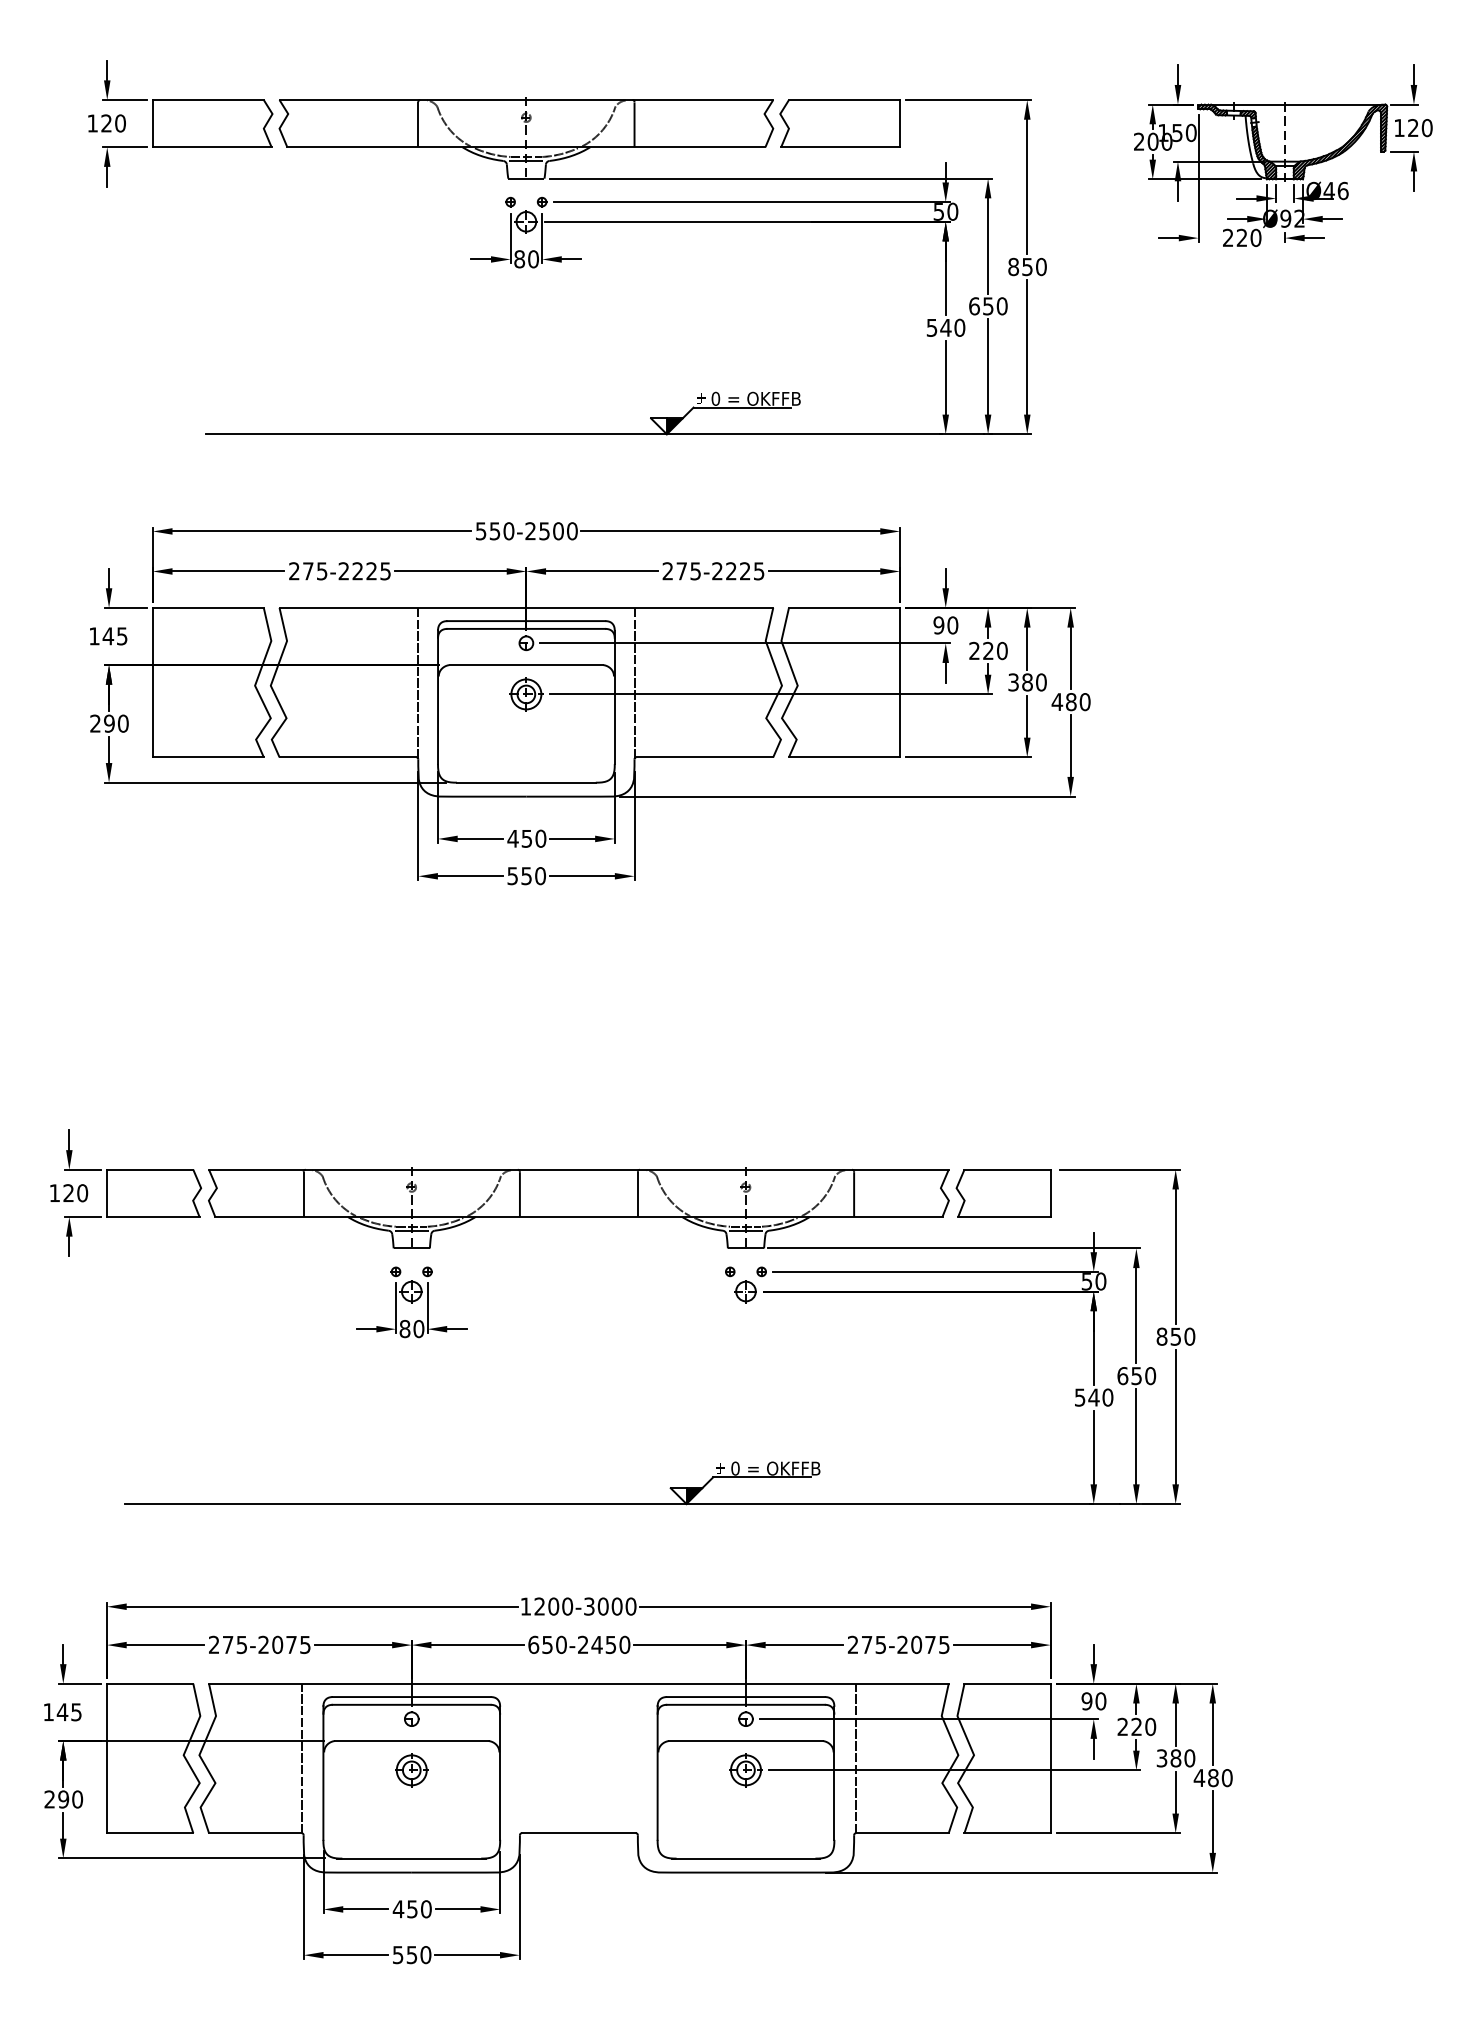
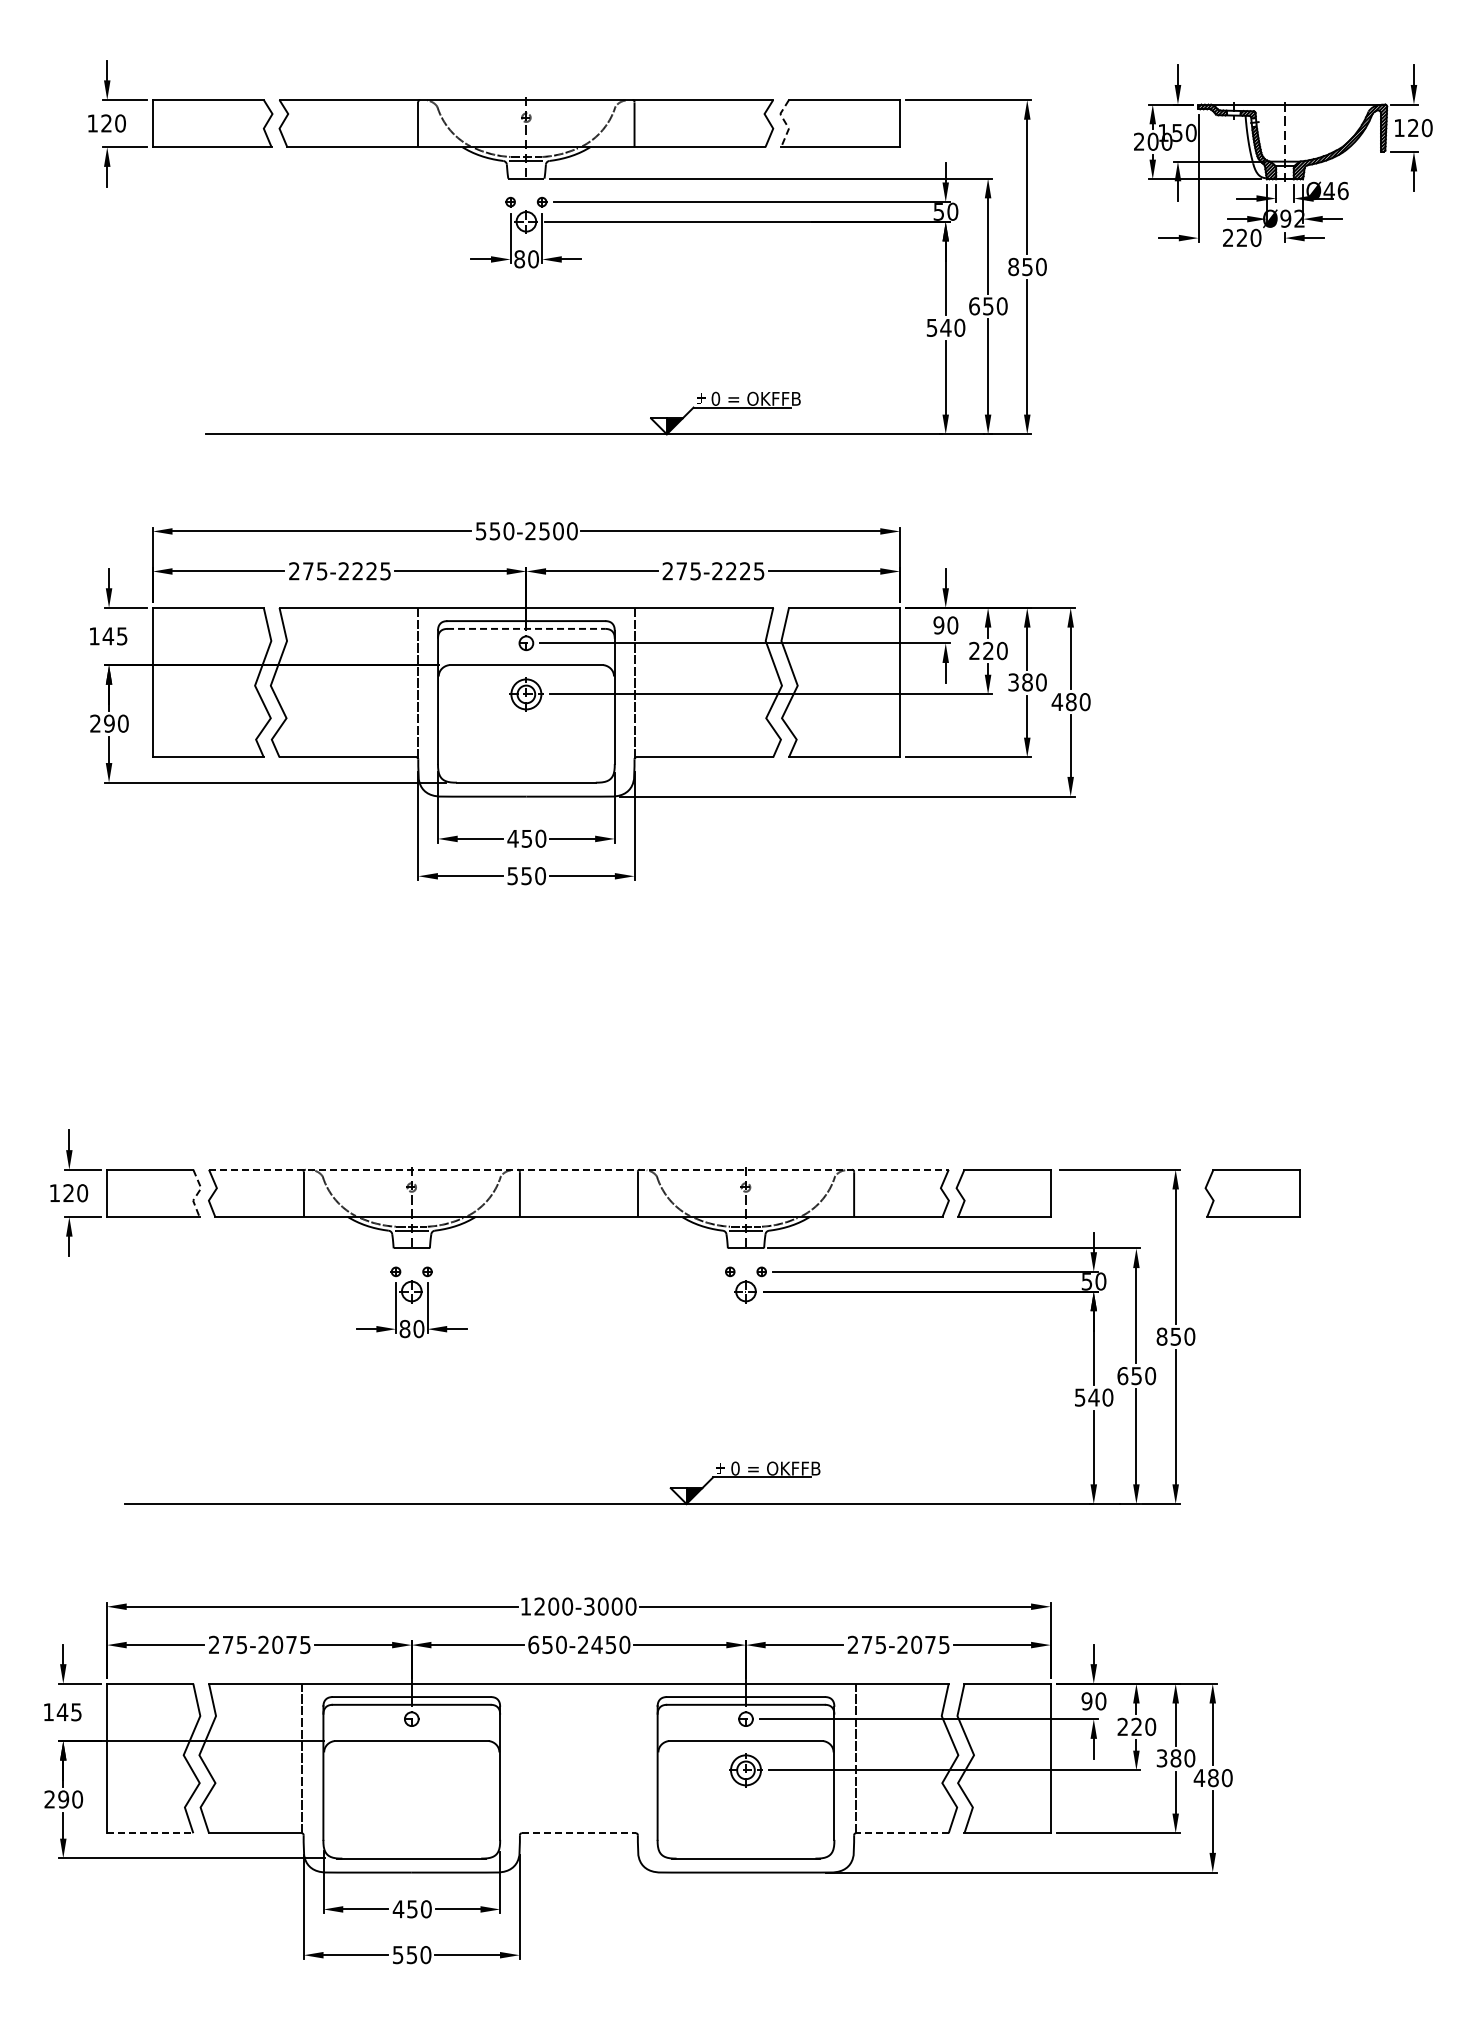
line at (785, 122): solid -> dashed
line at (526, 628): solid -> dashed
line at (578, 1169): solid -> dashed
line at (197, 1193): solid -> dashed
part at (1252, 1193): none -> present
part at (411, 1770): present -> none
line at (150, 1833): solid -> dashed
line at (579, 1833): solid -> dashed
line at (901, 1833): solid -> dashed
